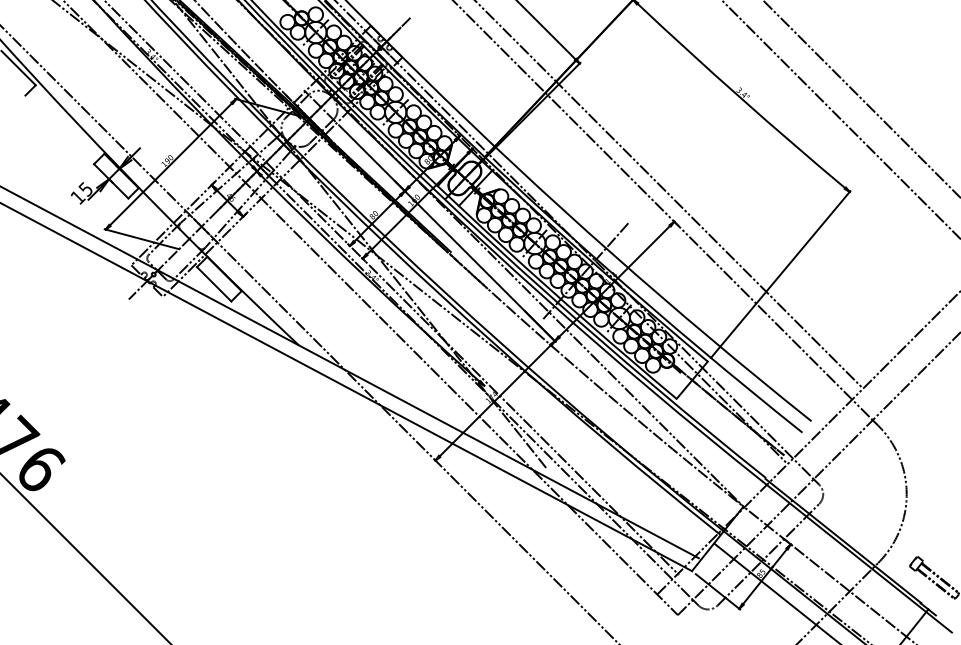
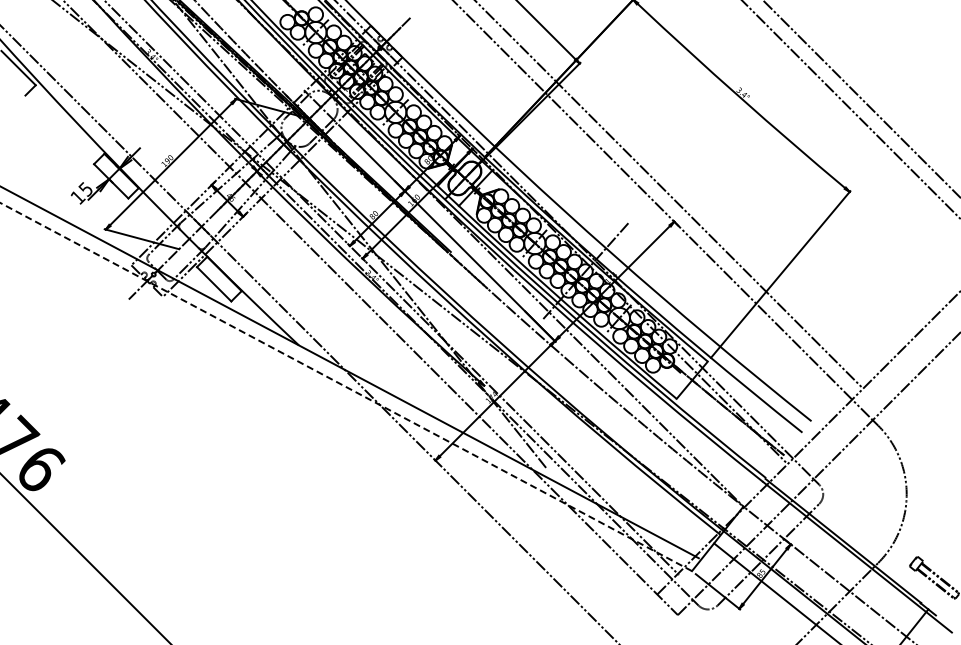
line at (840, 119) position: (840, 119) -> (850, 109)
line at (346, 387): solid -> dashed
